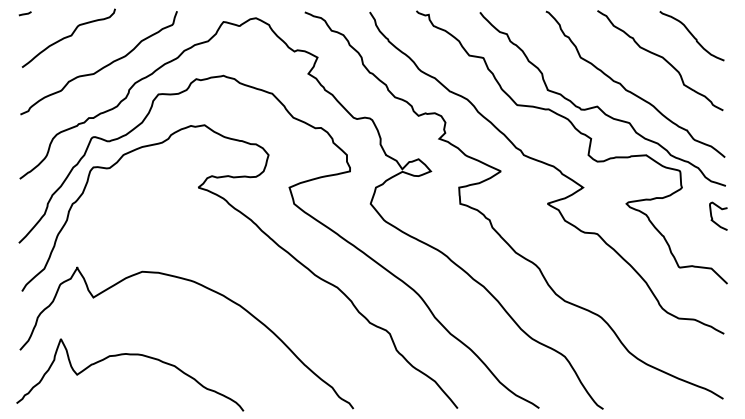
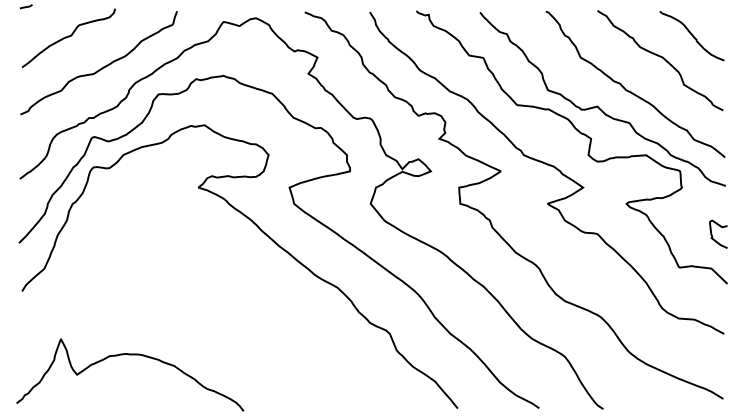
line at (24, 13) position: (24, 13) -> (25, 6)
curve at (712, 215) position: (712, 215) -> (712, 233)
curve at (209, 290): present -> none
